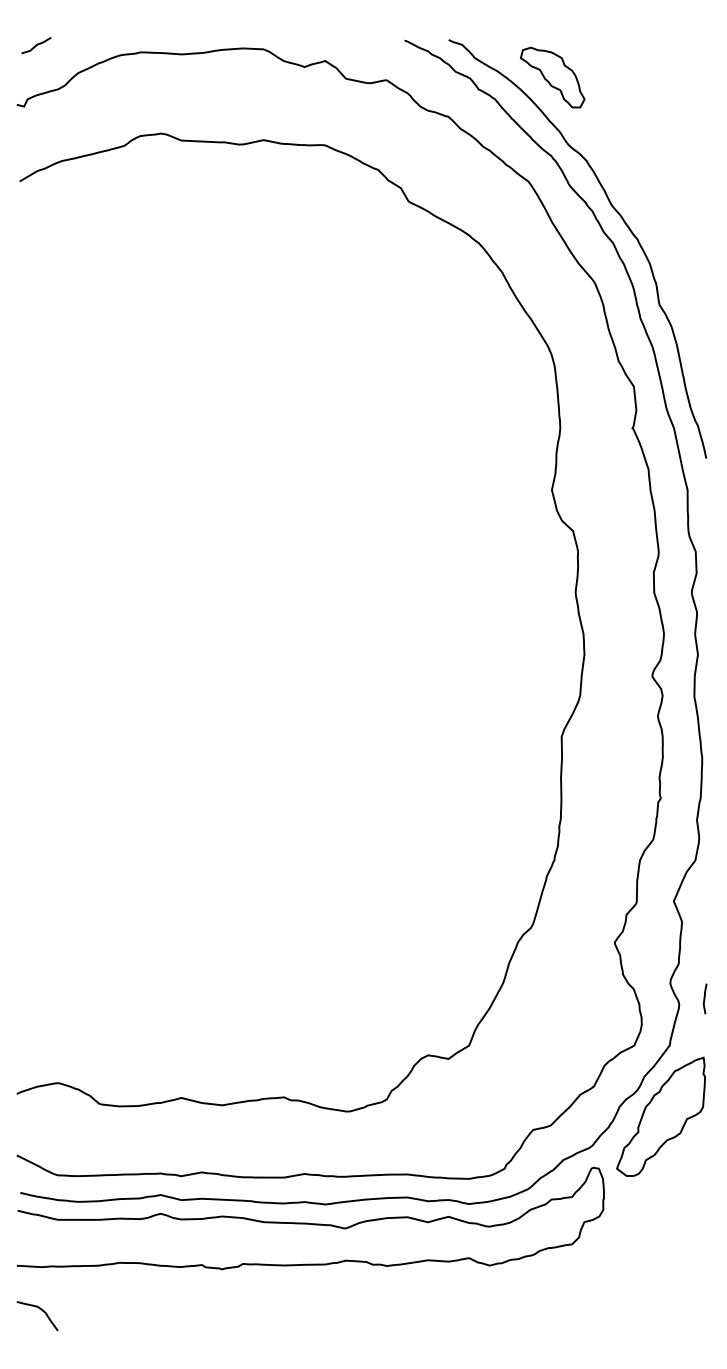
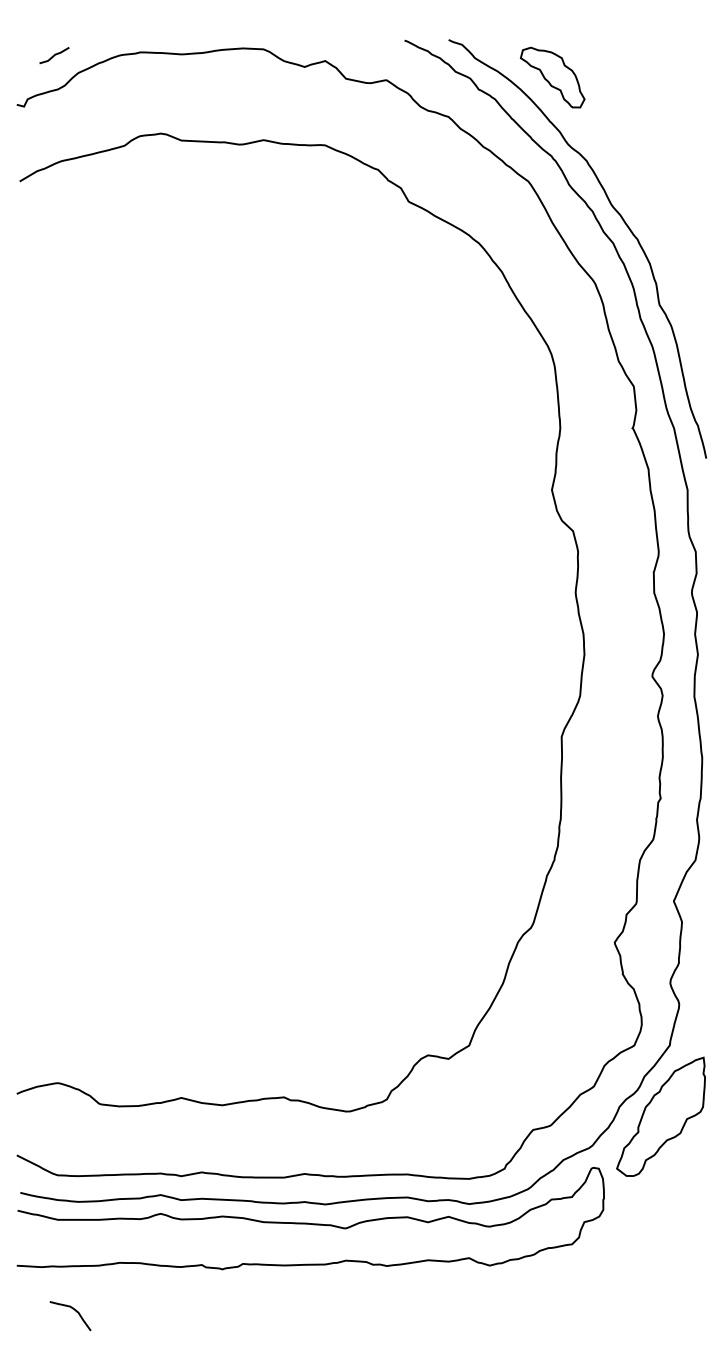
line at (36, 45) position: (36, 45) -> (54, 55)
line at (704, 998): present -> none
curve at (42, 1311) position: (42, 1311) -> (75, 1311)
